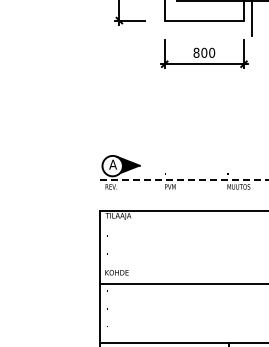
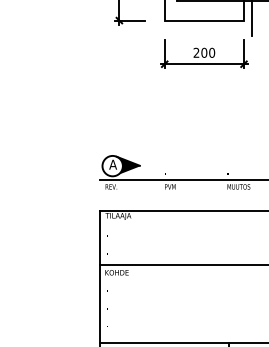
text at (196, 52): 800 -> 200
line at (184, 179): dashed -> solid
line at (182, 284) position: (182, 284) -> (182, 265)
